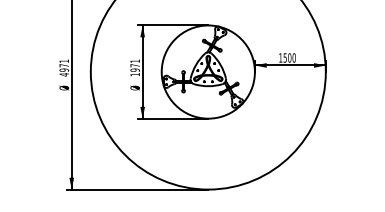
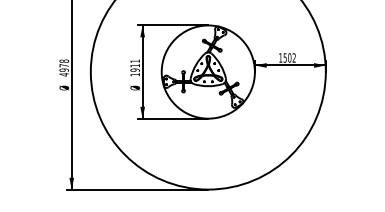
text at (293, 57): 1500 -> 1502
text at (64, 60): 4971 -> 4978
text at (134, 65): 1971 -> 1911
